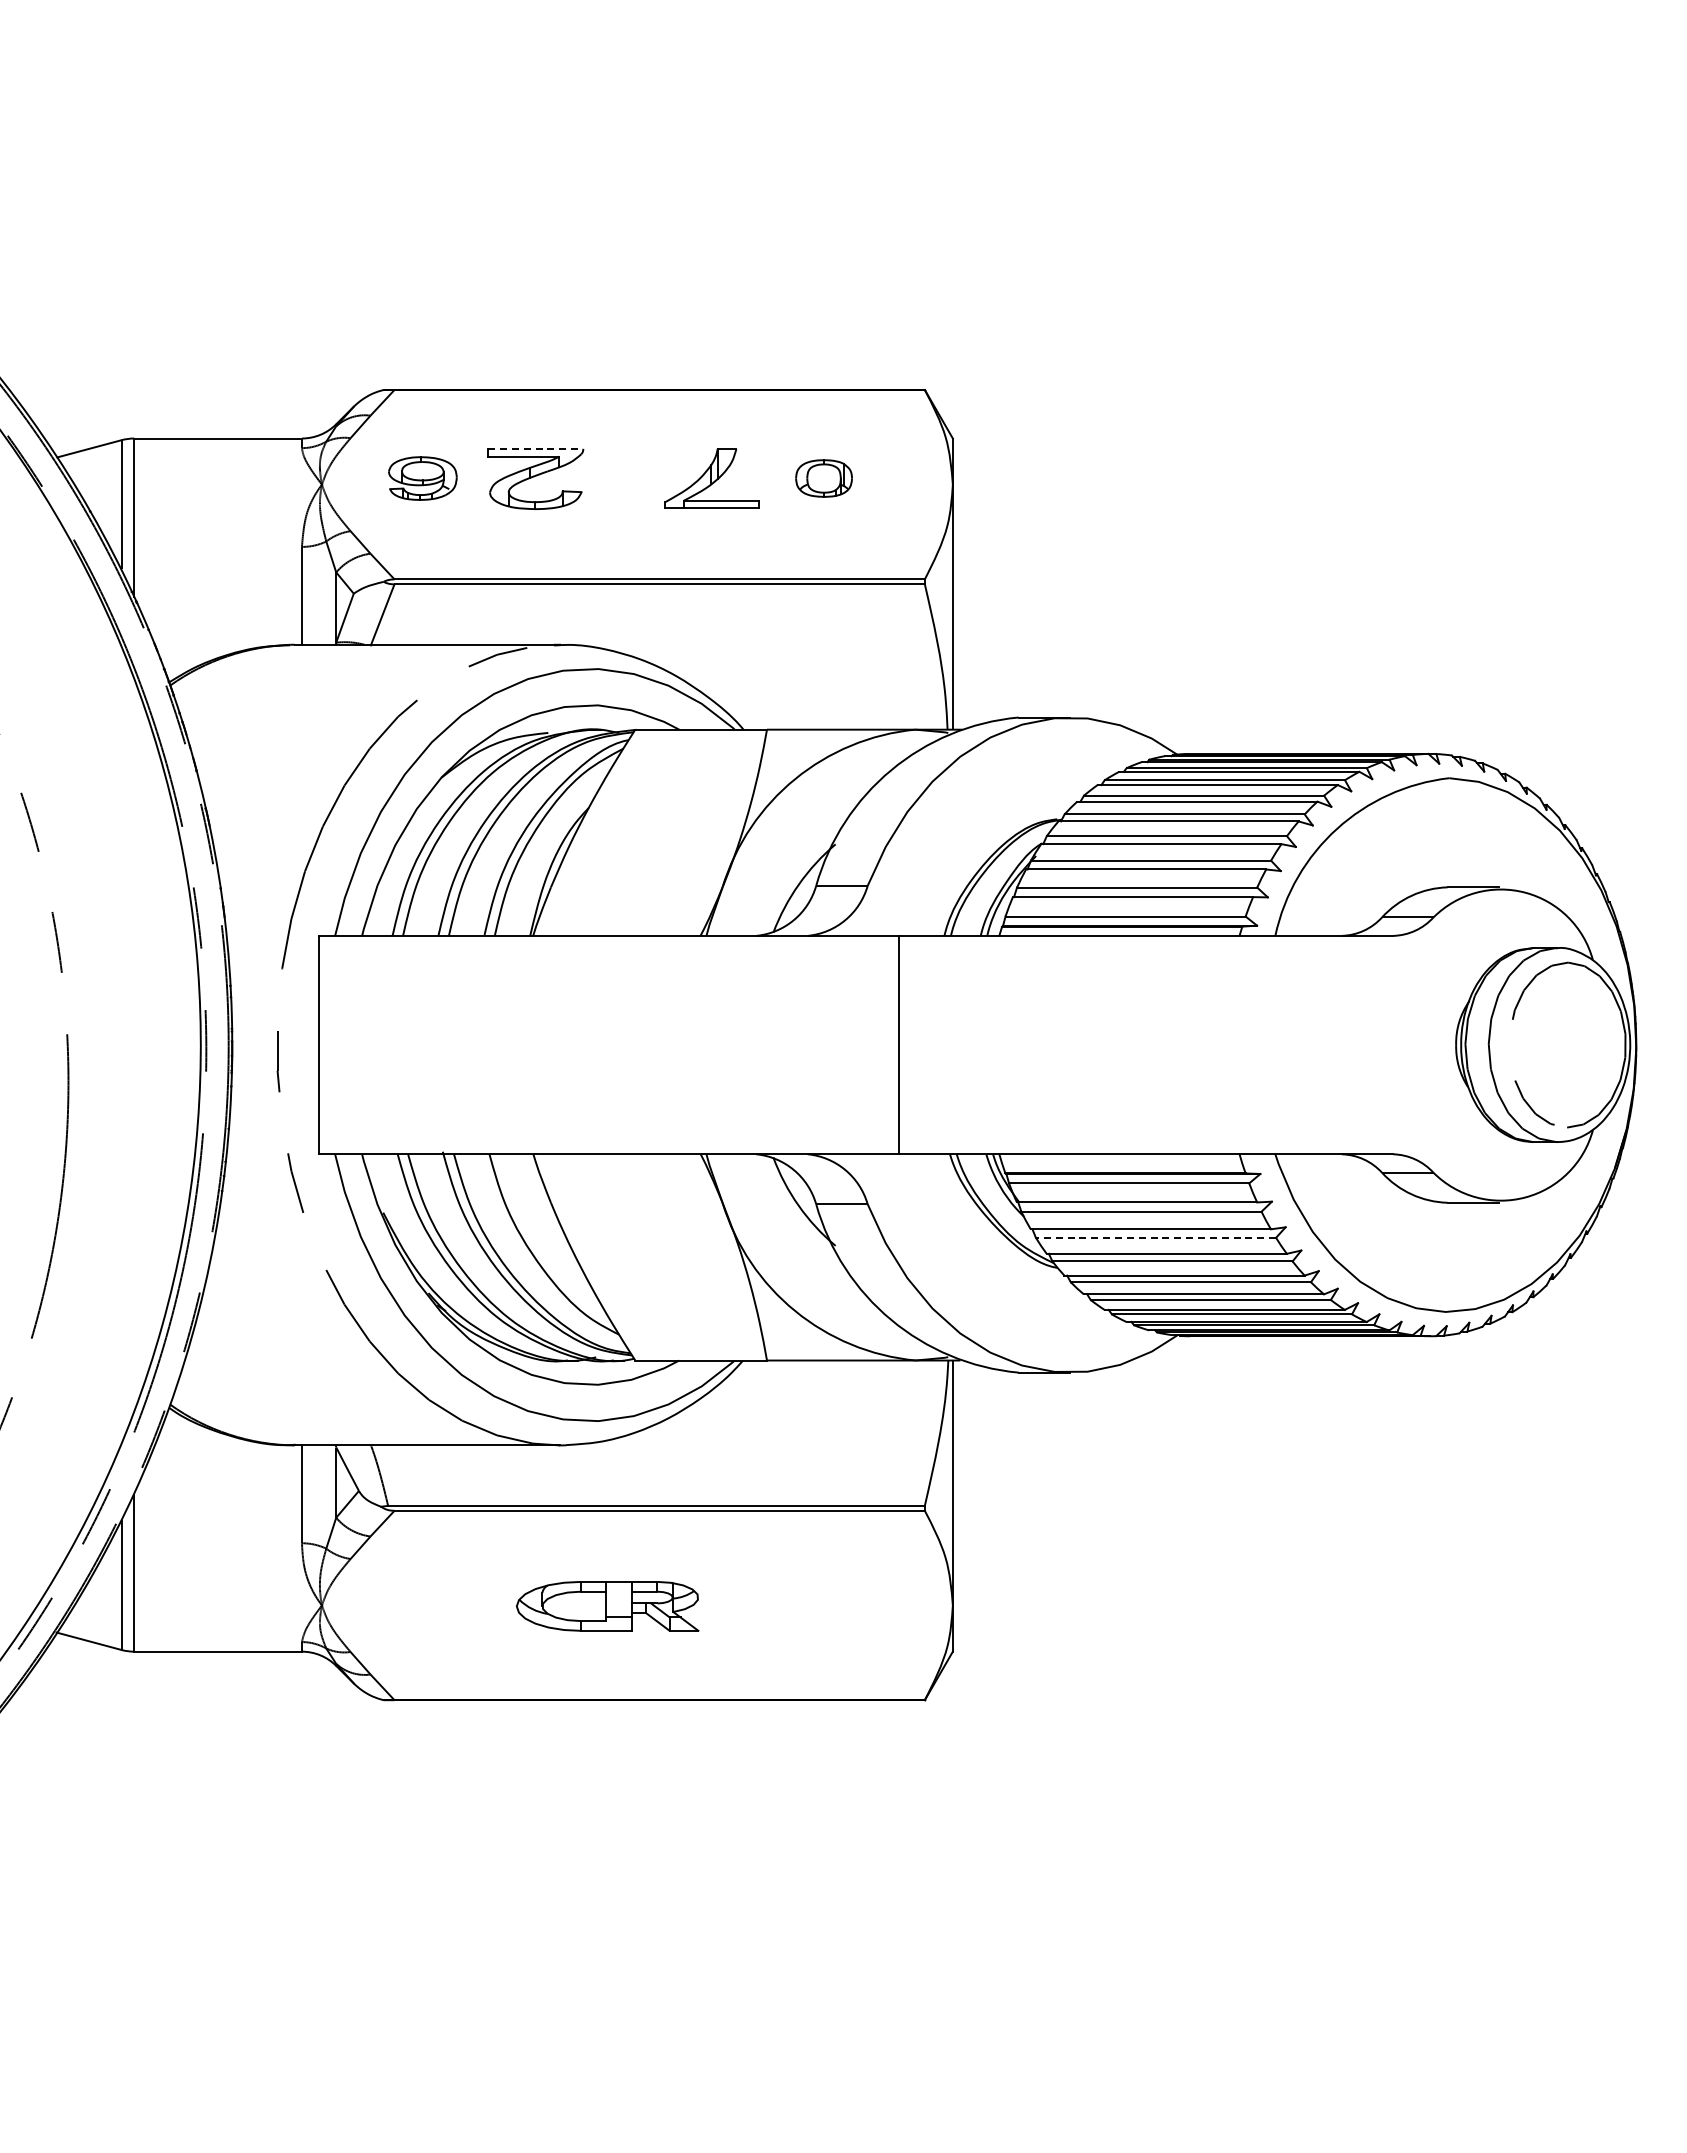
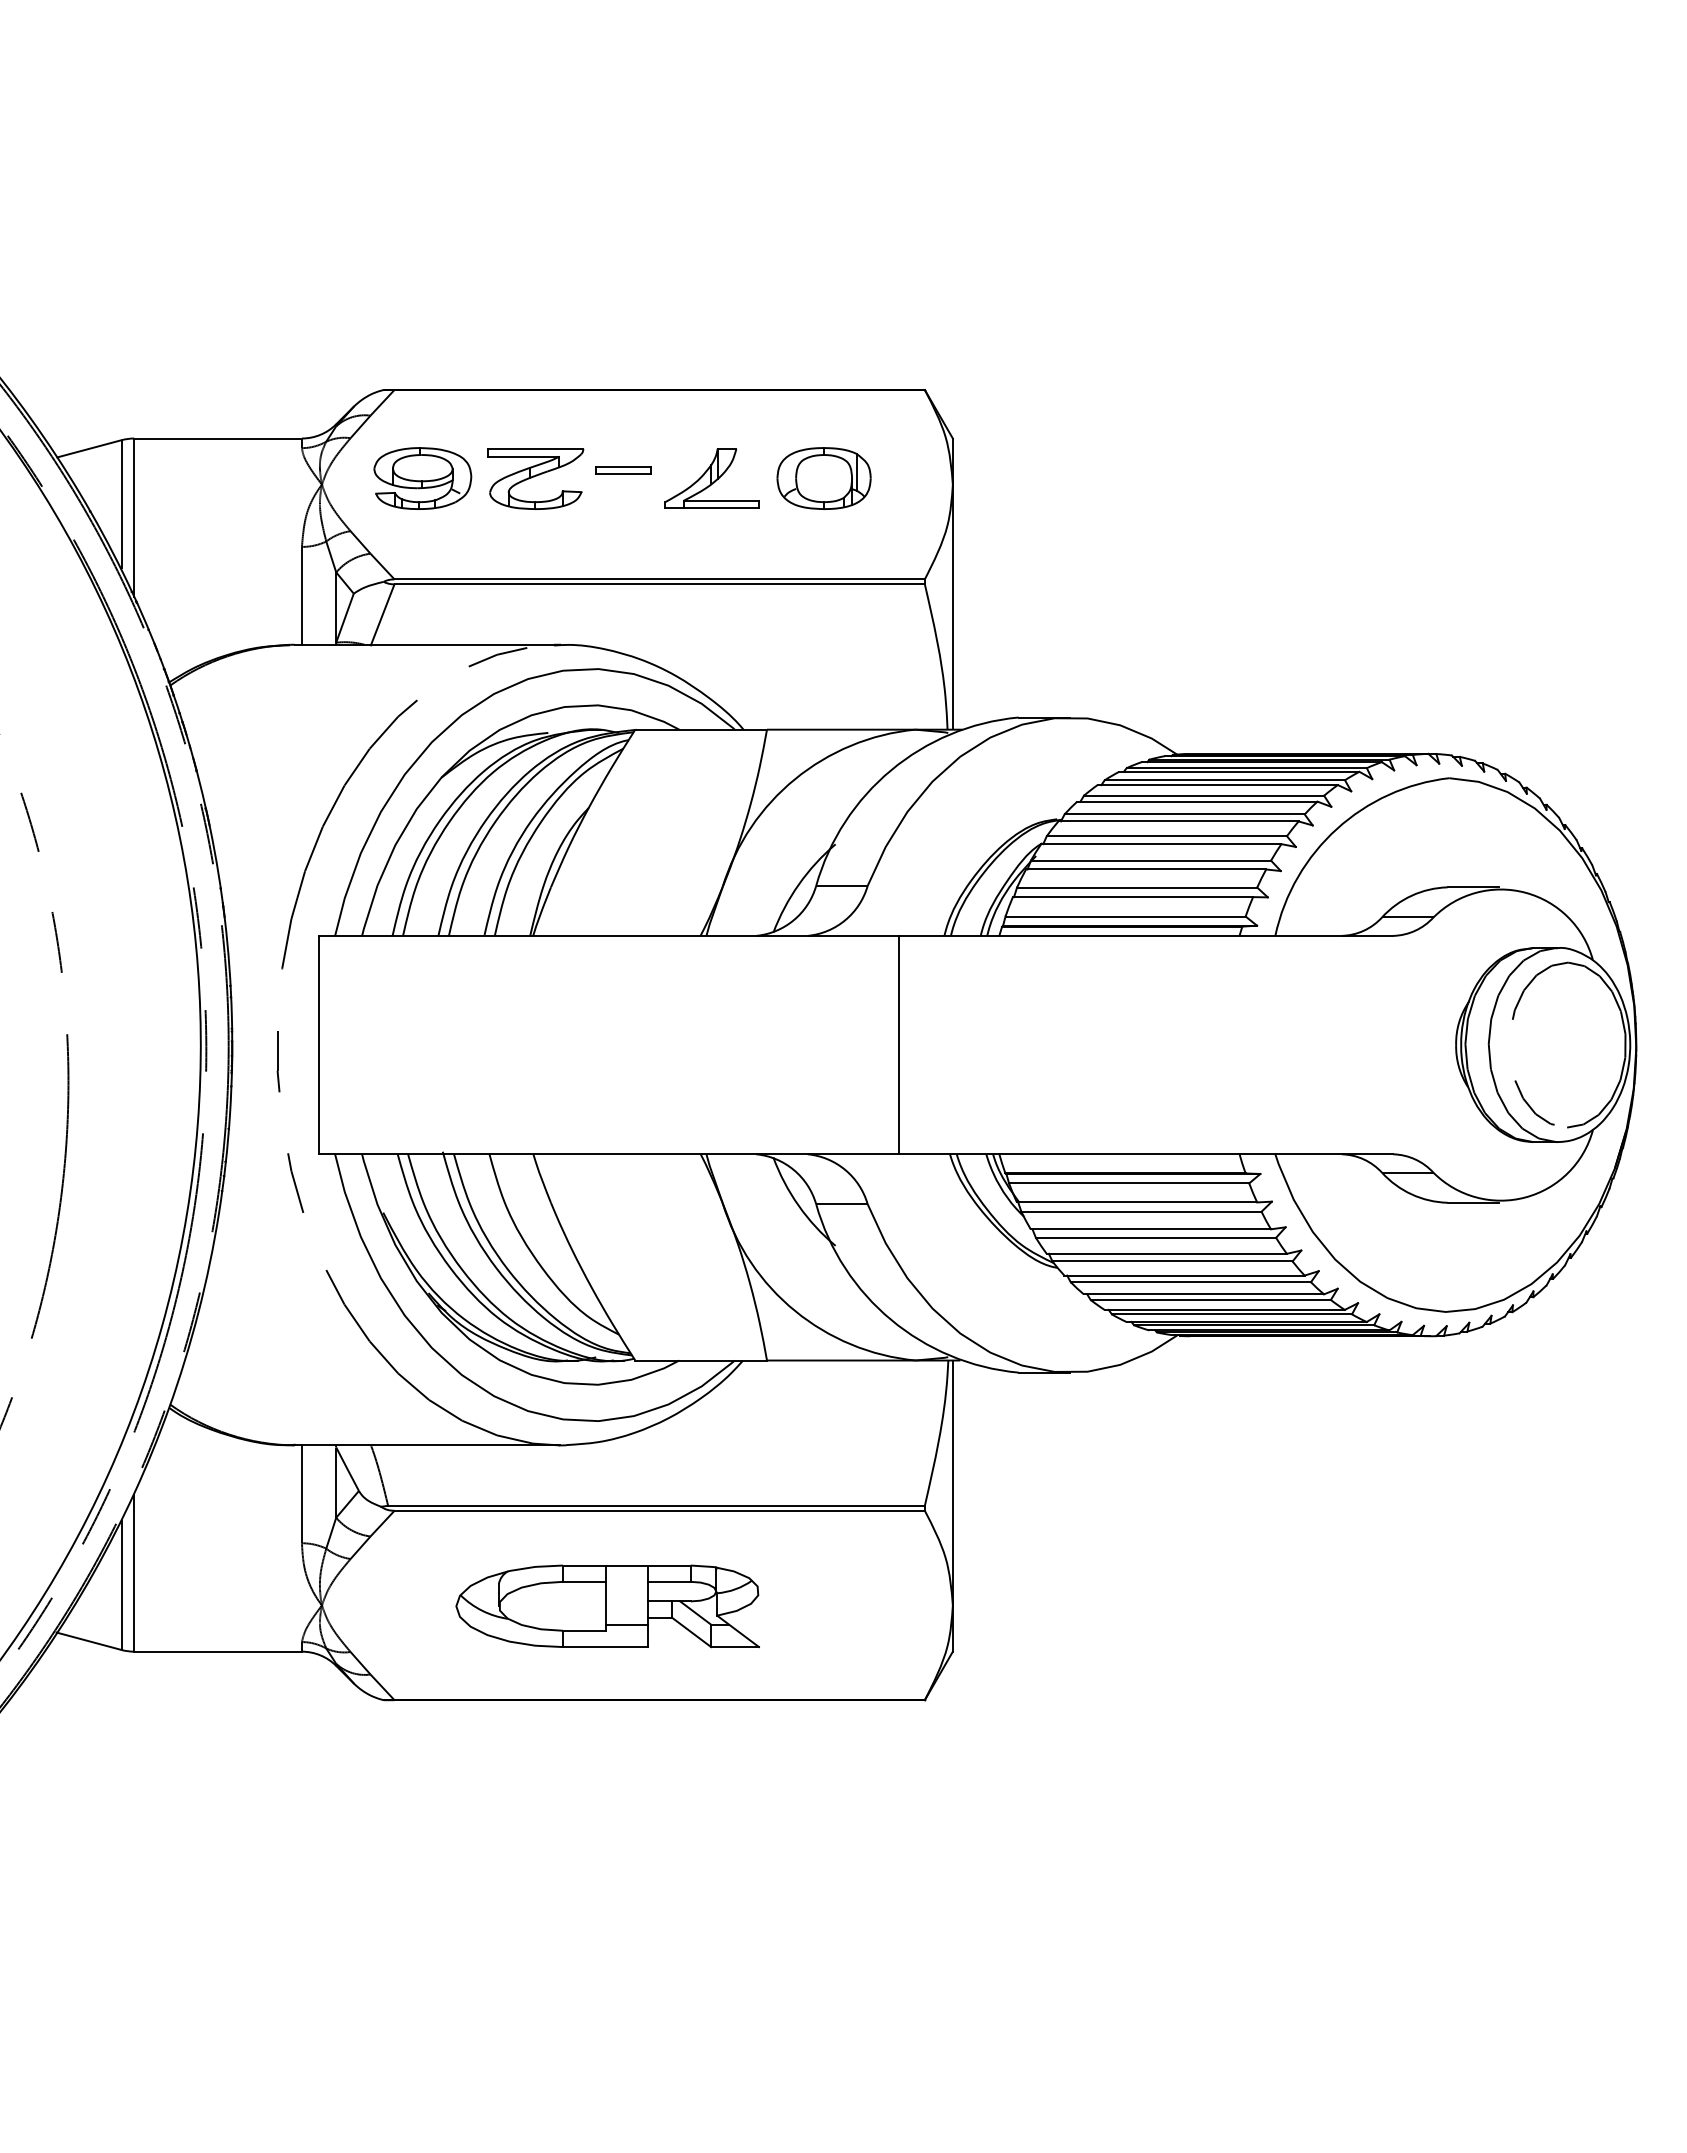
line at (535, 448): dashed -> solid
part at (623, 470): none -> present
part at (422, 478) size: 70x45 px -> 100x63 px
part at (823, 478) size: 58x39 px -> 96x63 px
line at (1155, 1237): dashed -> solid
part at (607, 1606) size: 184x51 px -> 305x85 px
